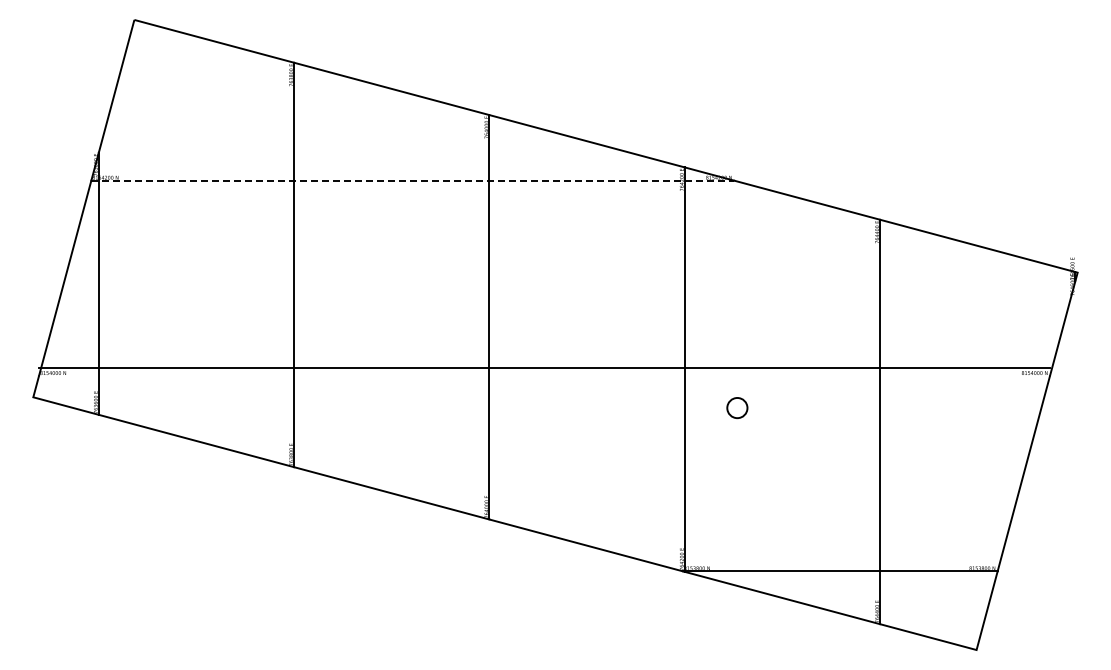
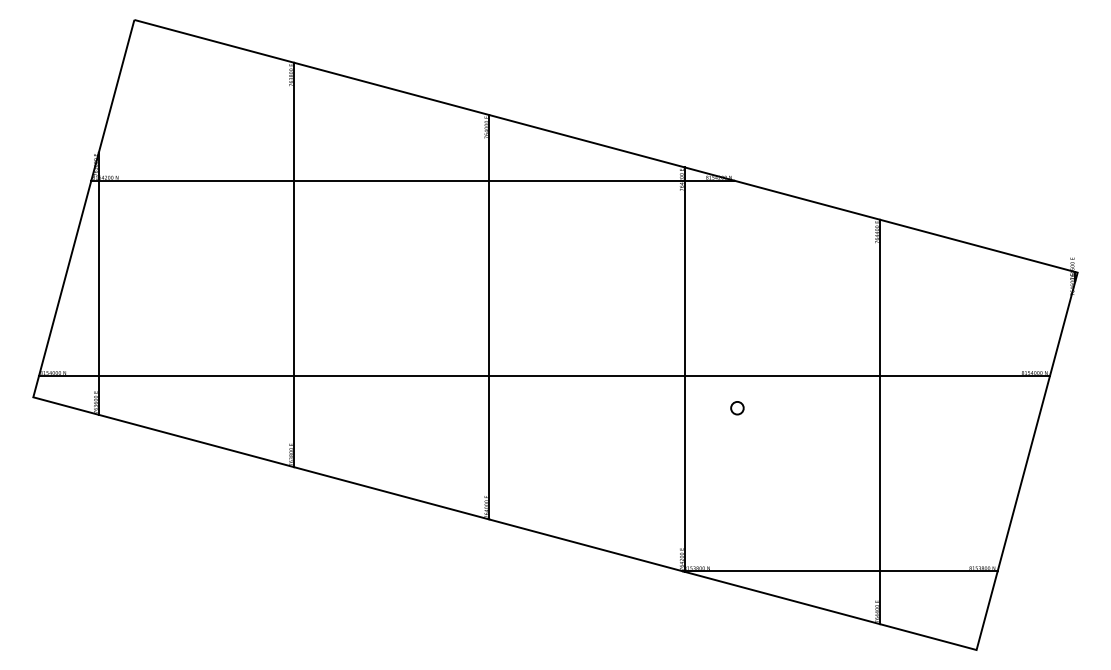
line at (413, 180): dashed -> solid
line at (544, 368) position: (544, 368) -> (544, 376)
circle at (737, 408) size: 23x23 px -> 15x15 px
